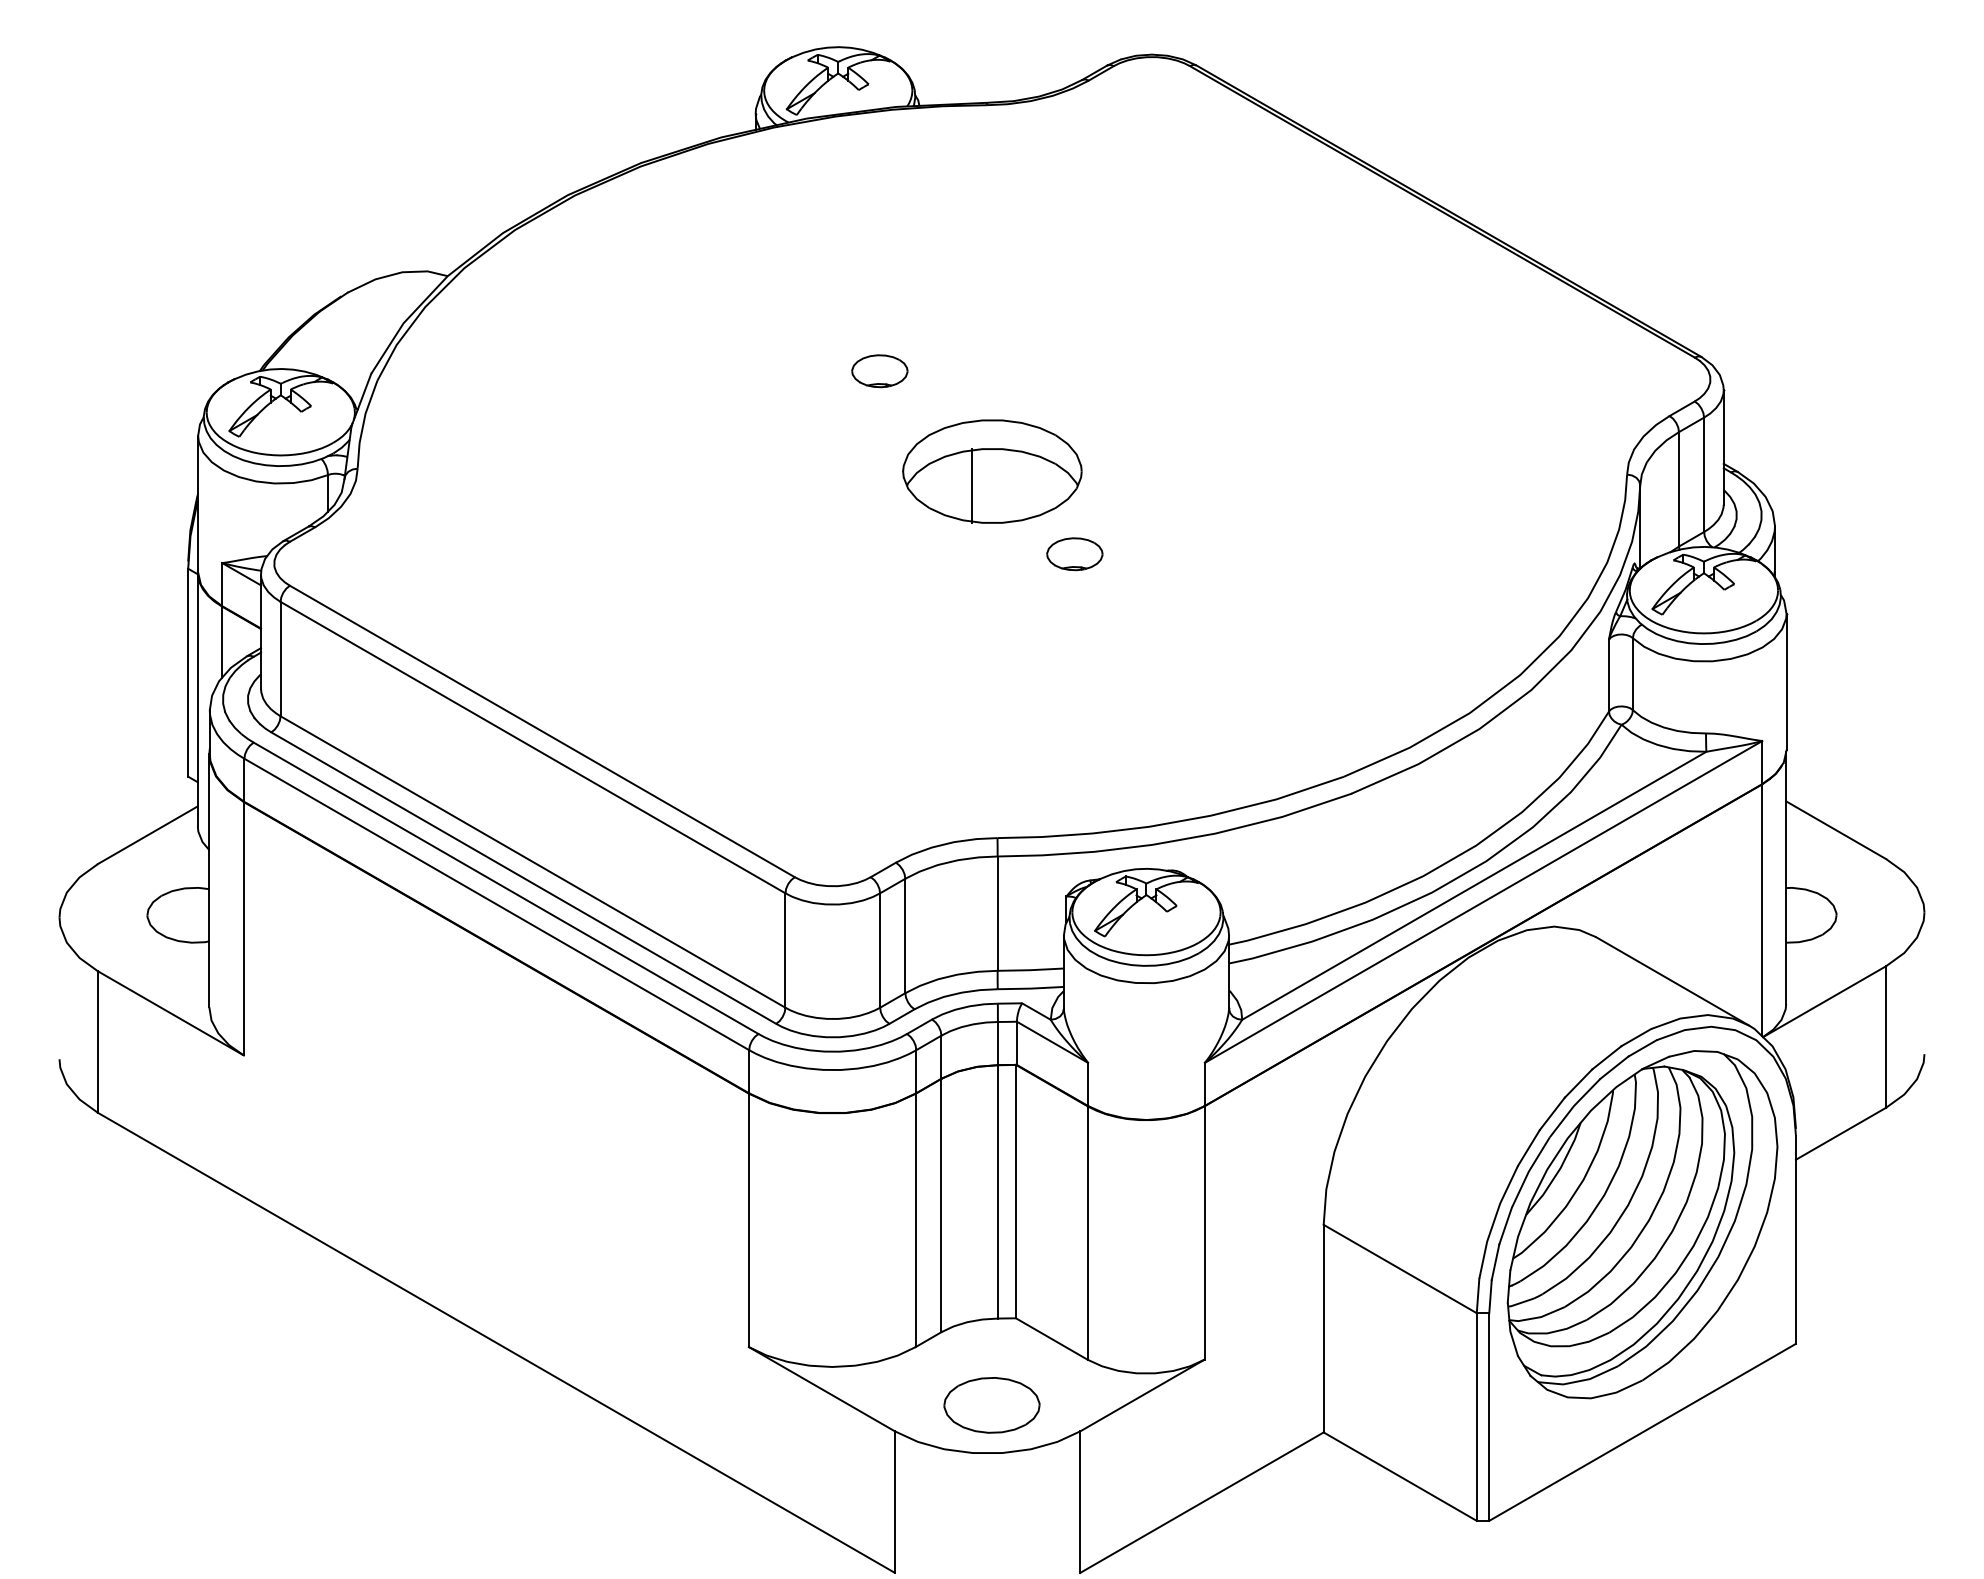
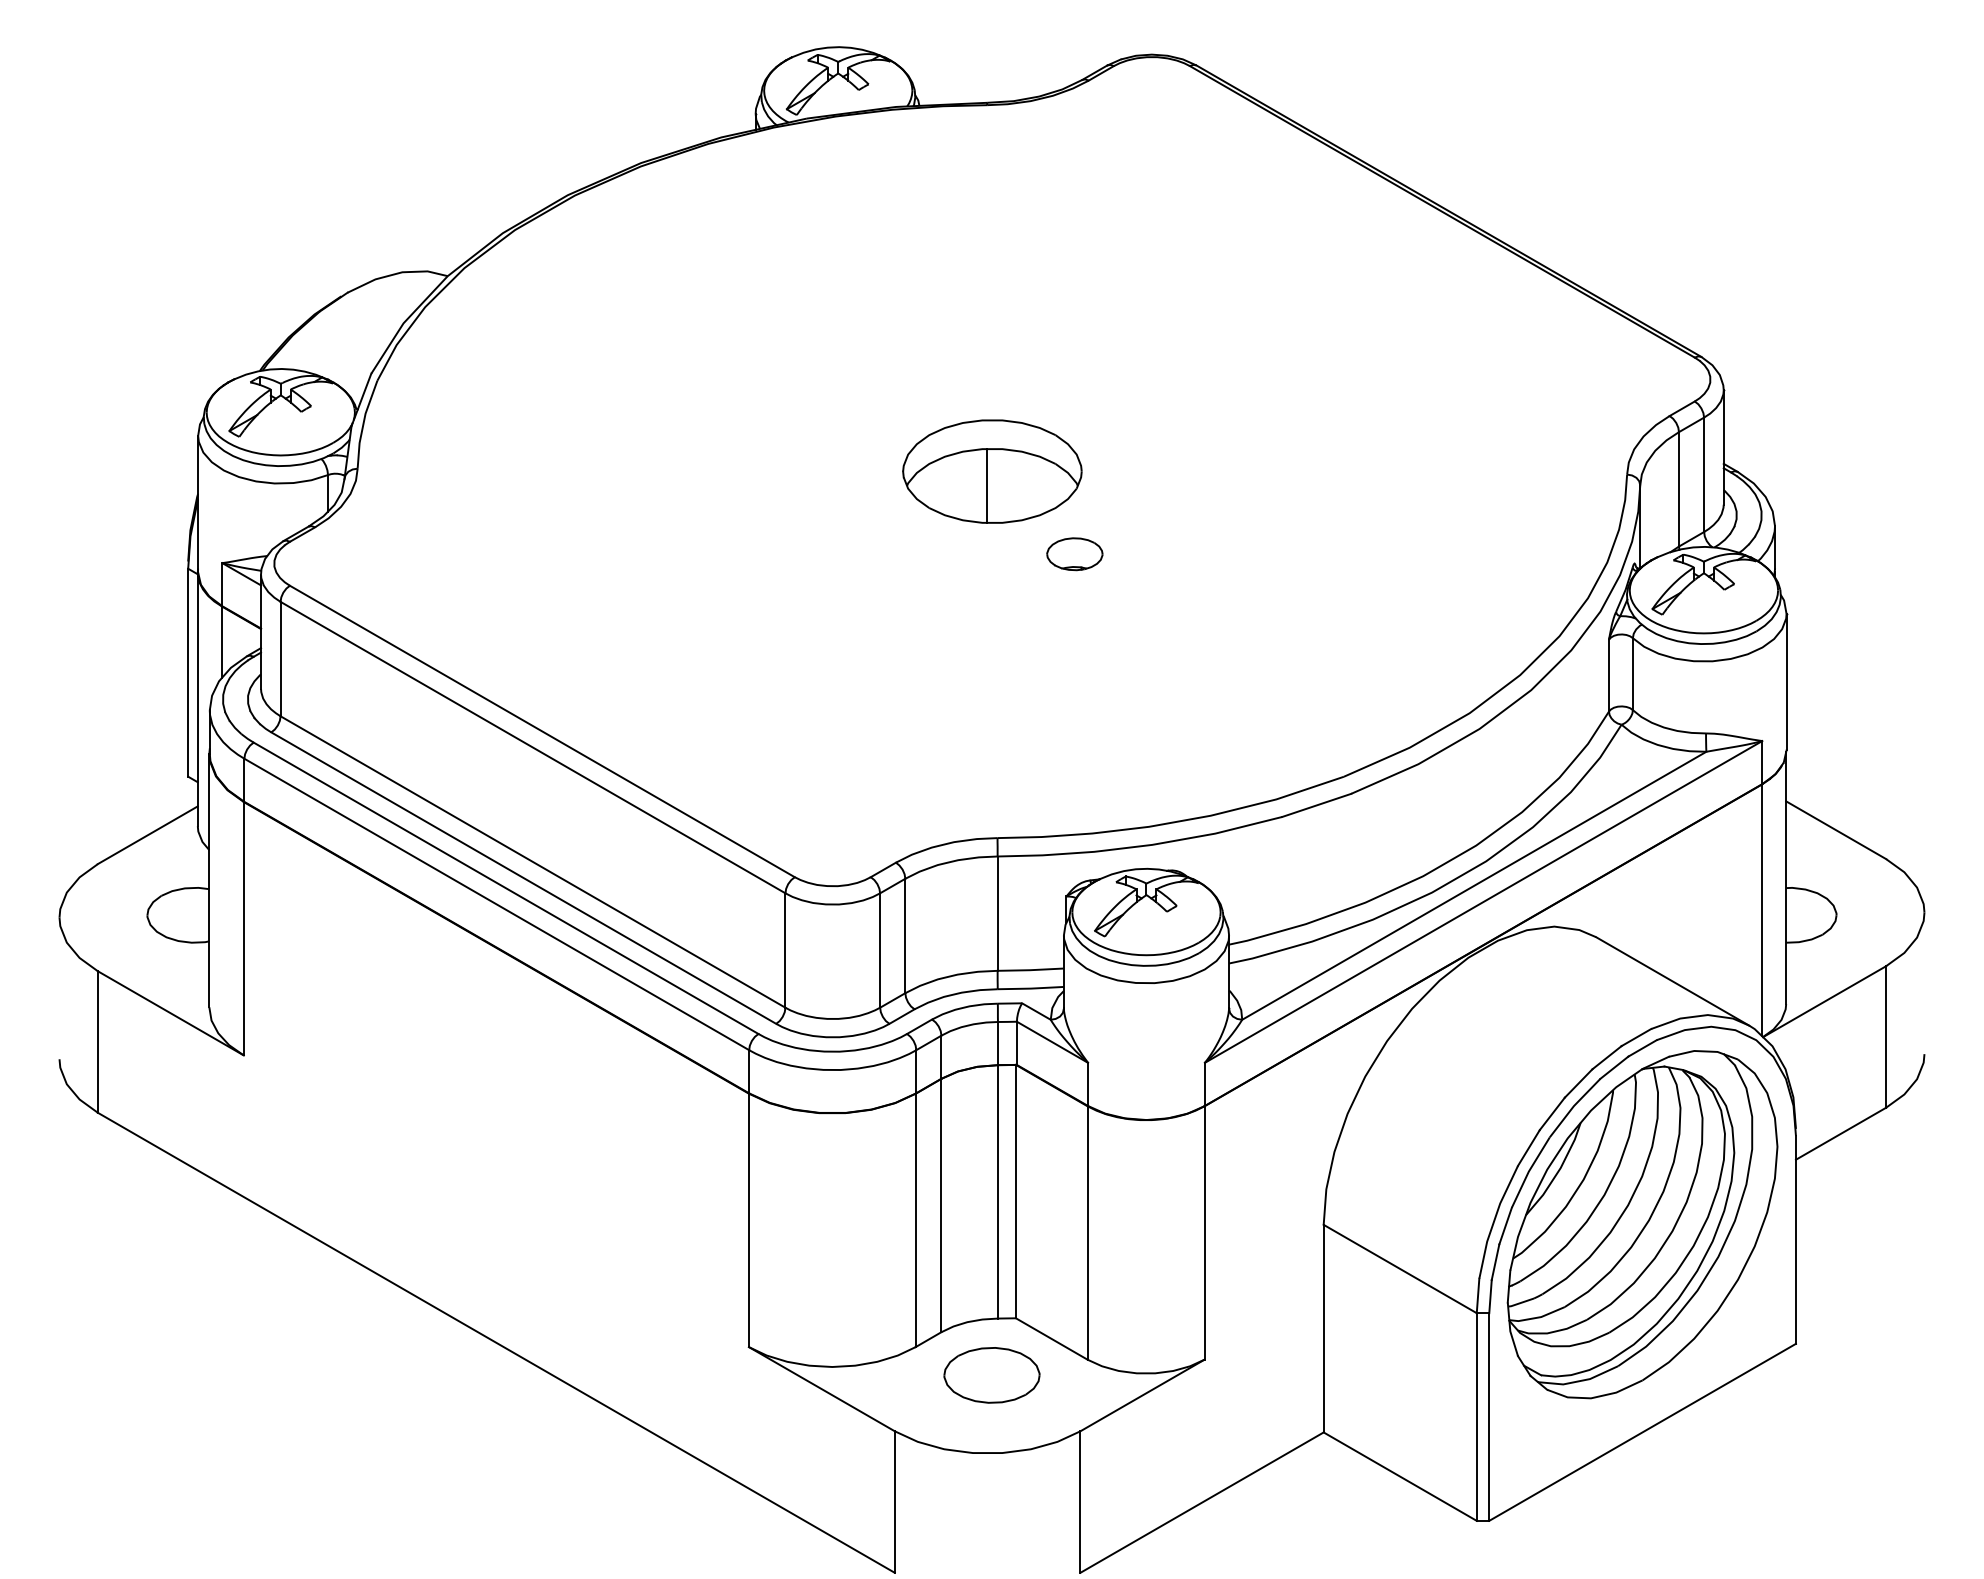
part at (879, 371): present -> none
line at (971, 485) position: (971, 485) -> (986, 485)
part at (991, 1405) position: (991, 1405) -> (991, 1375)
